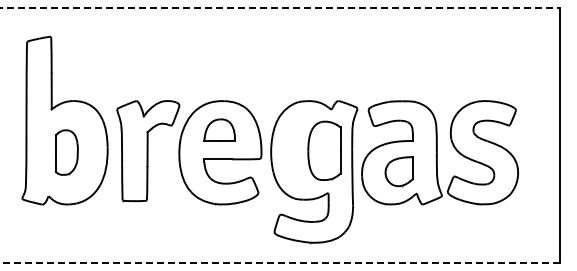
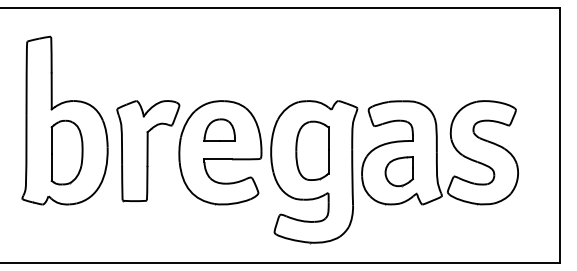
line at (280, 8): dashed -> solid
part at (324, 150) position: (324, 150) -> (312, 150)
part at (66, 152) size: 24x47 px -> 34x67 px
line at (279, 262): dashed -> solid
